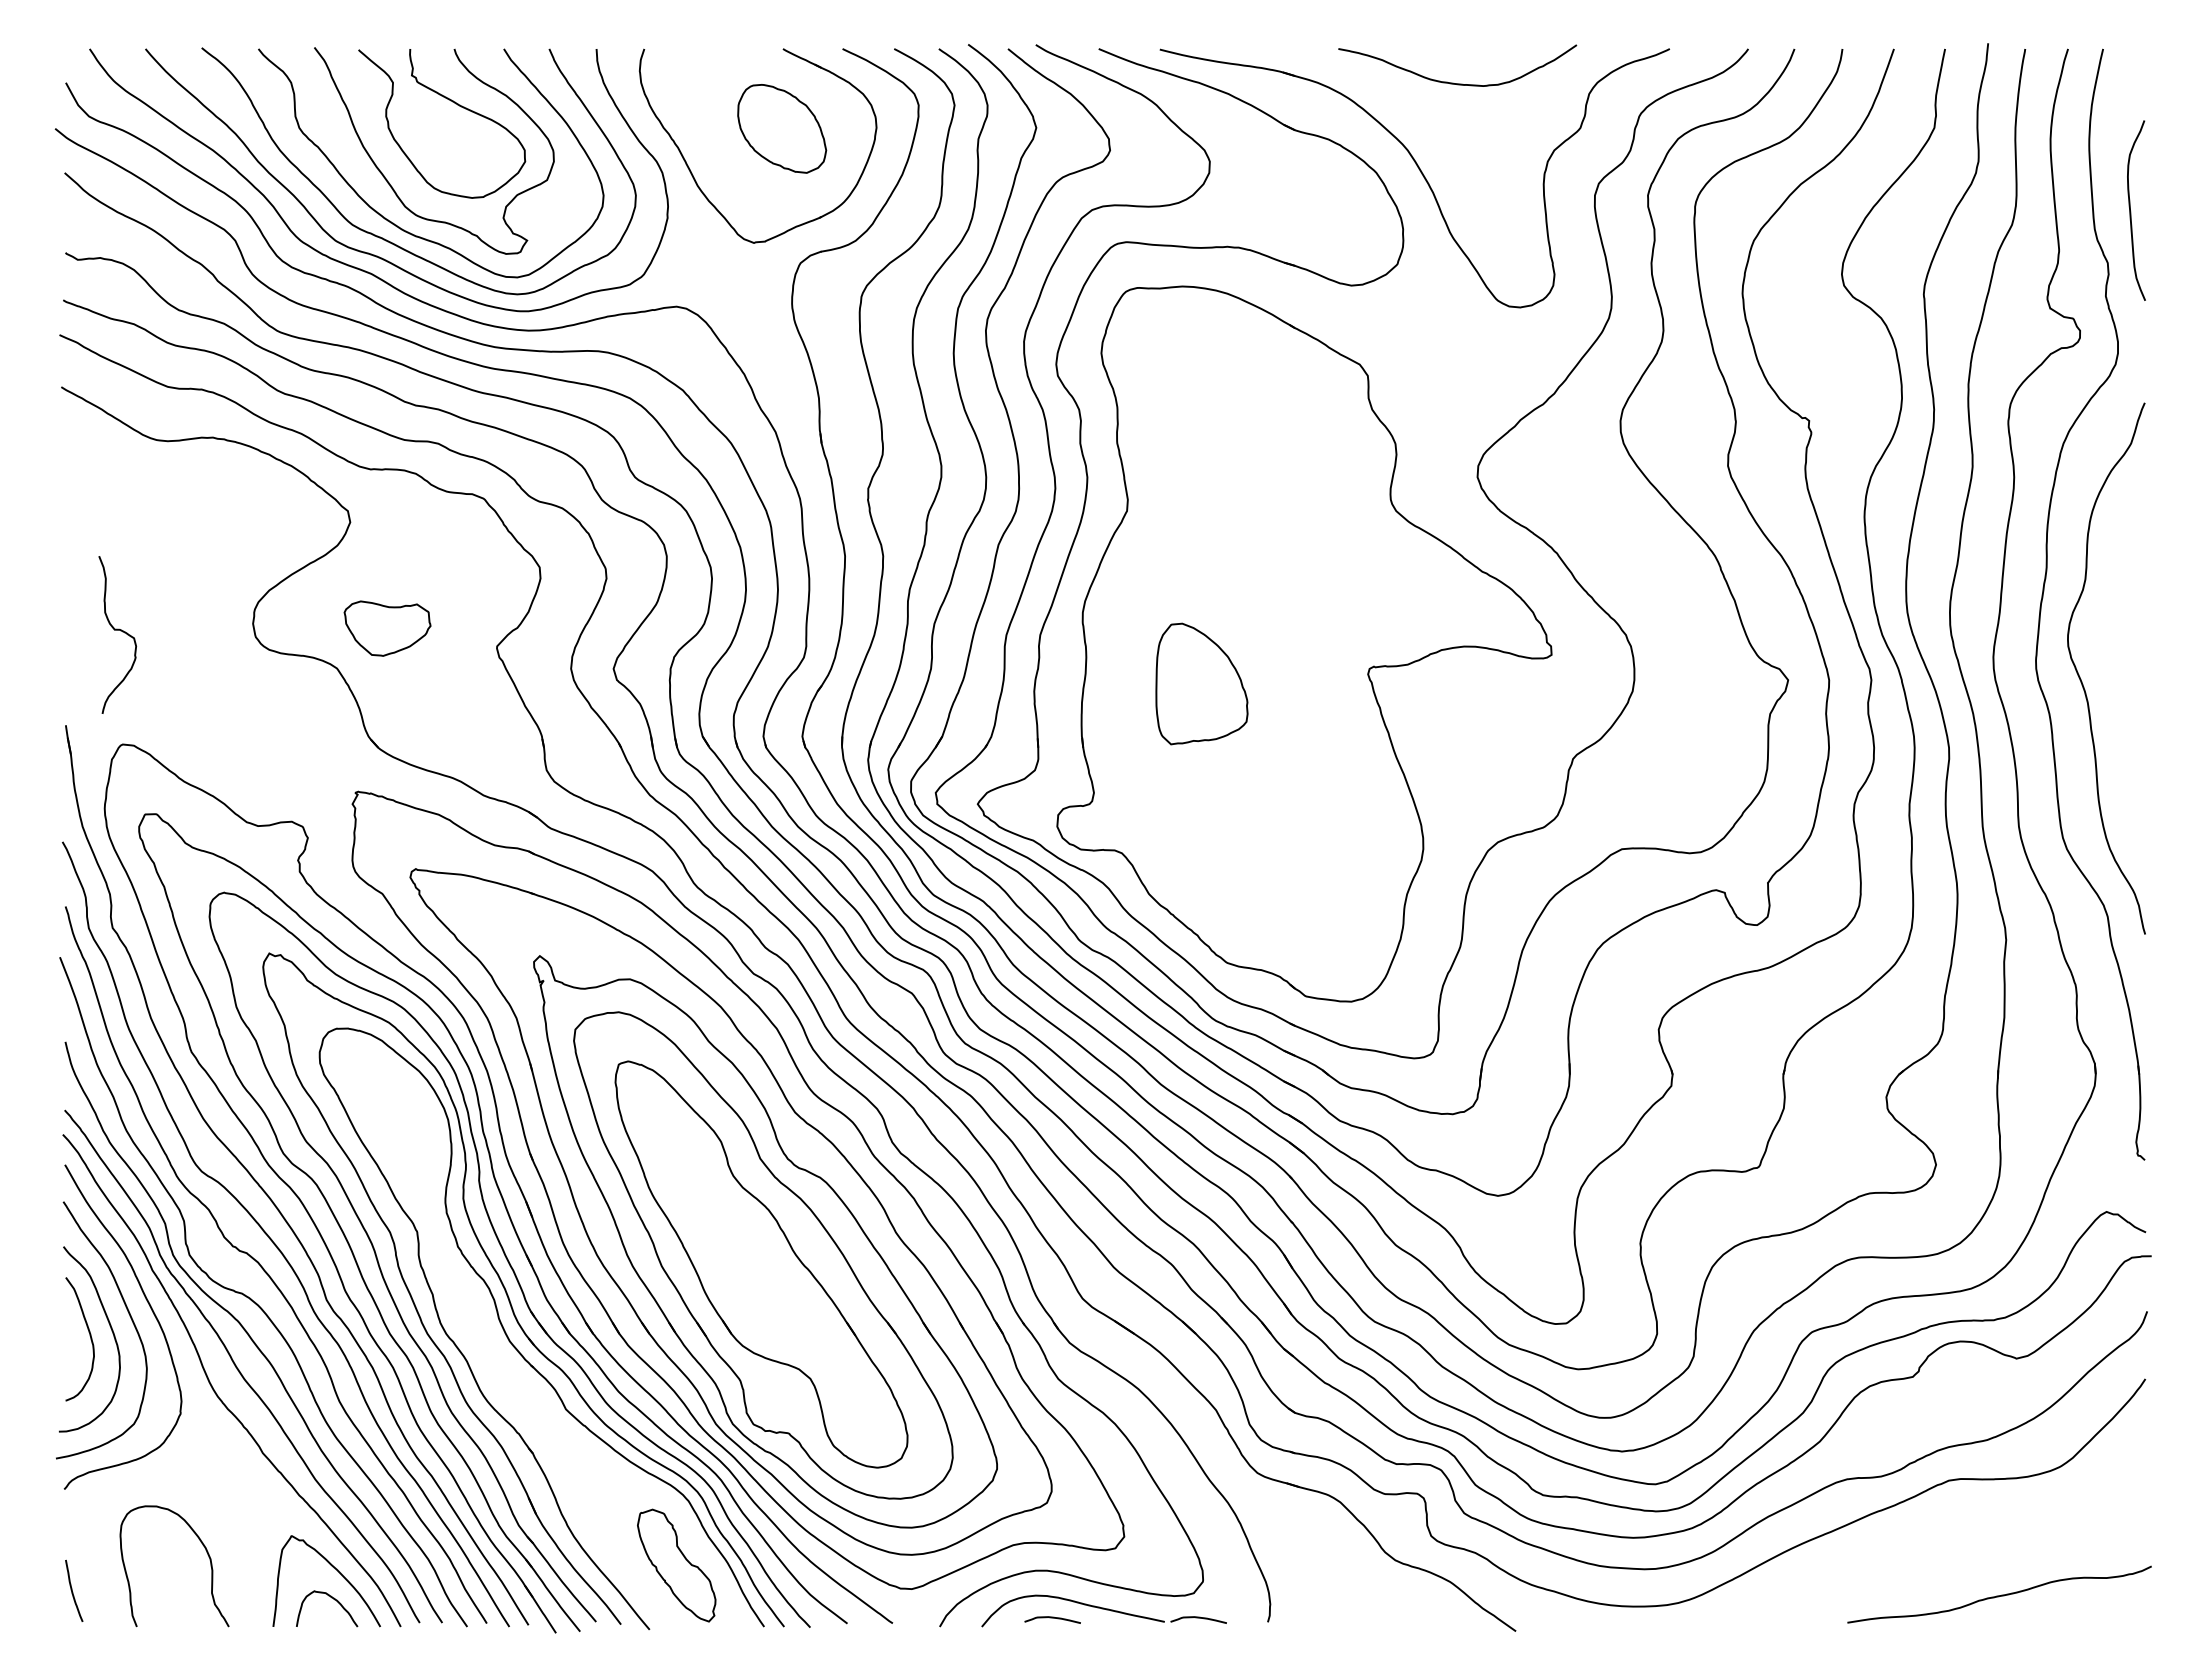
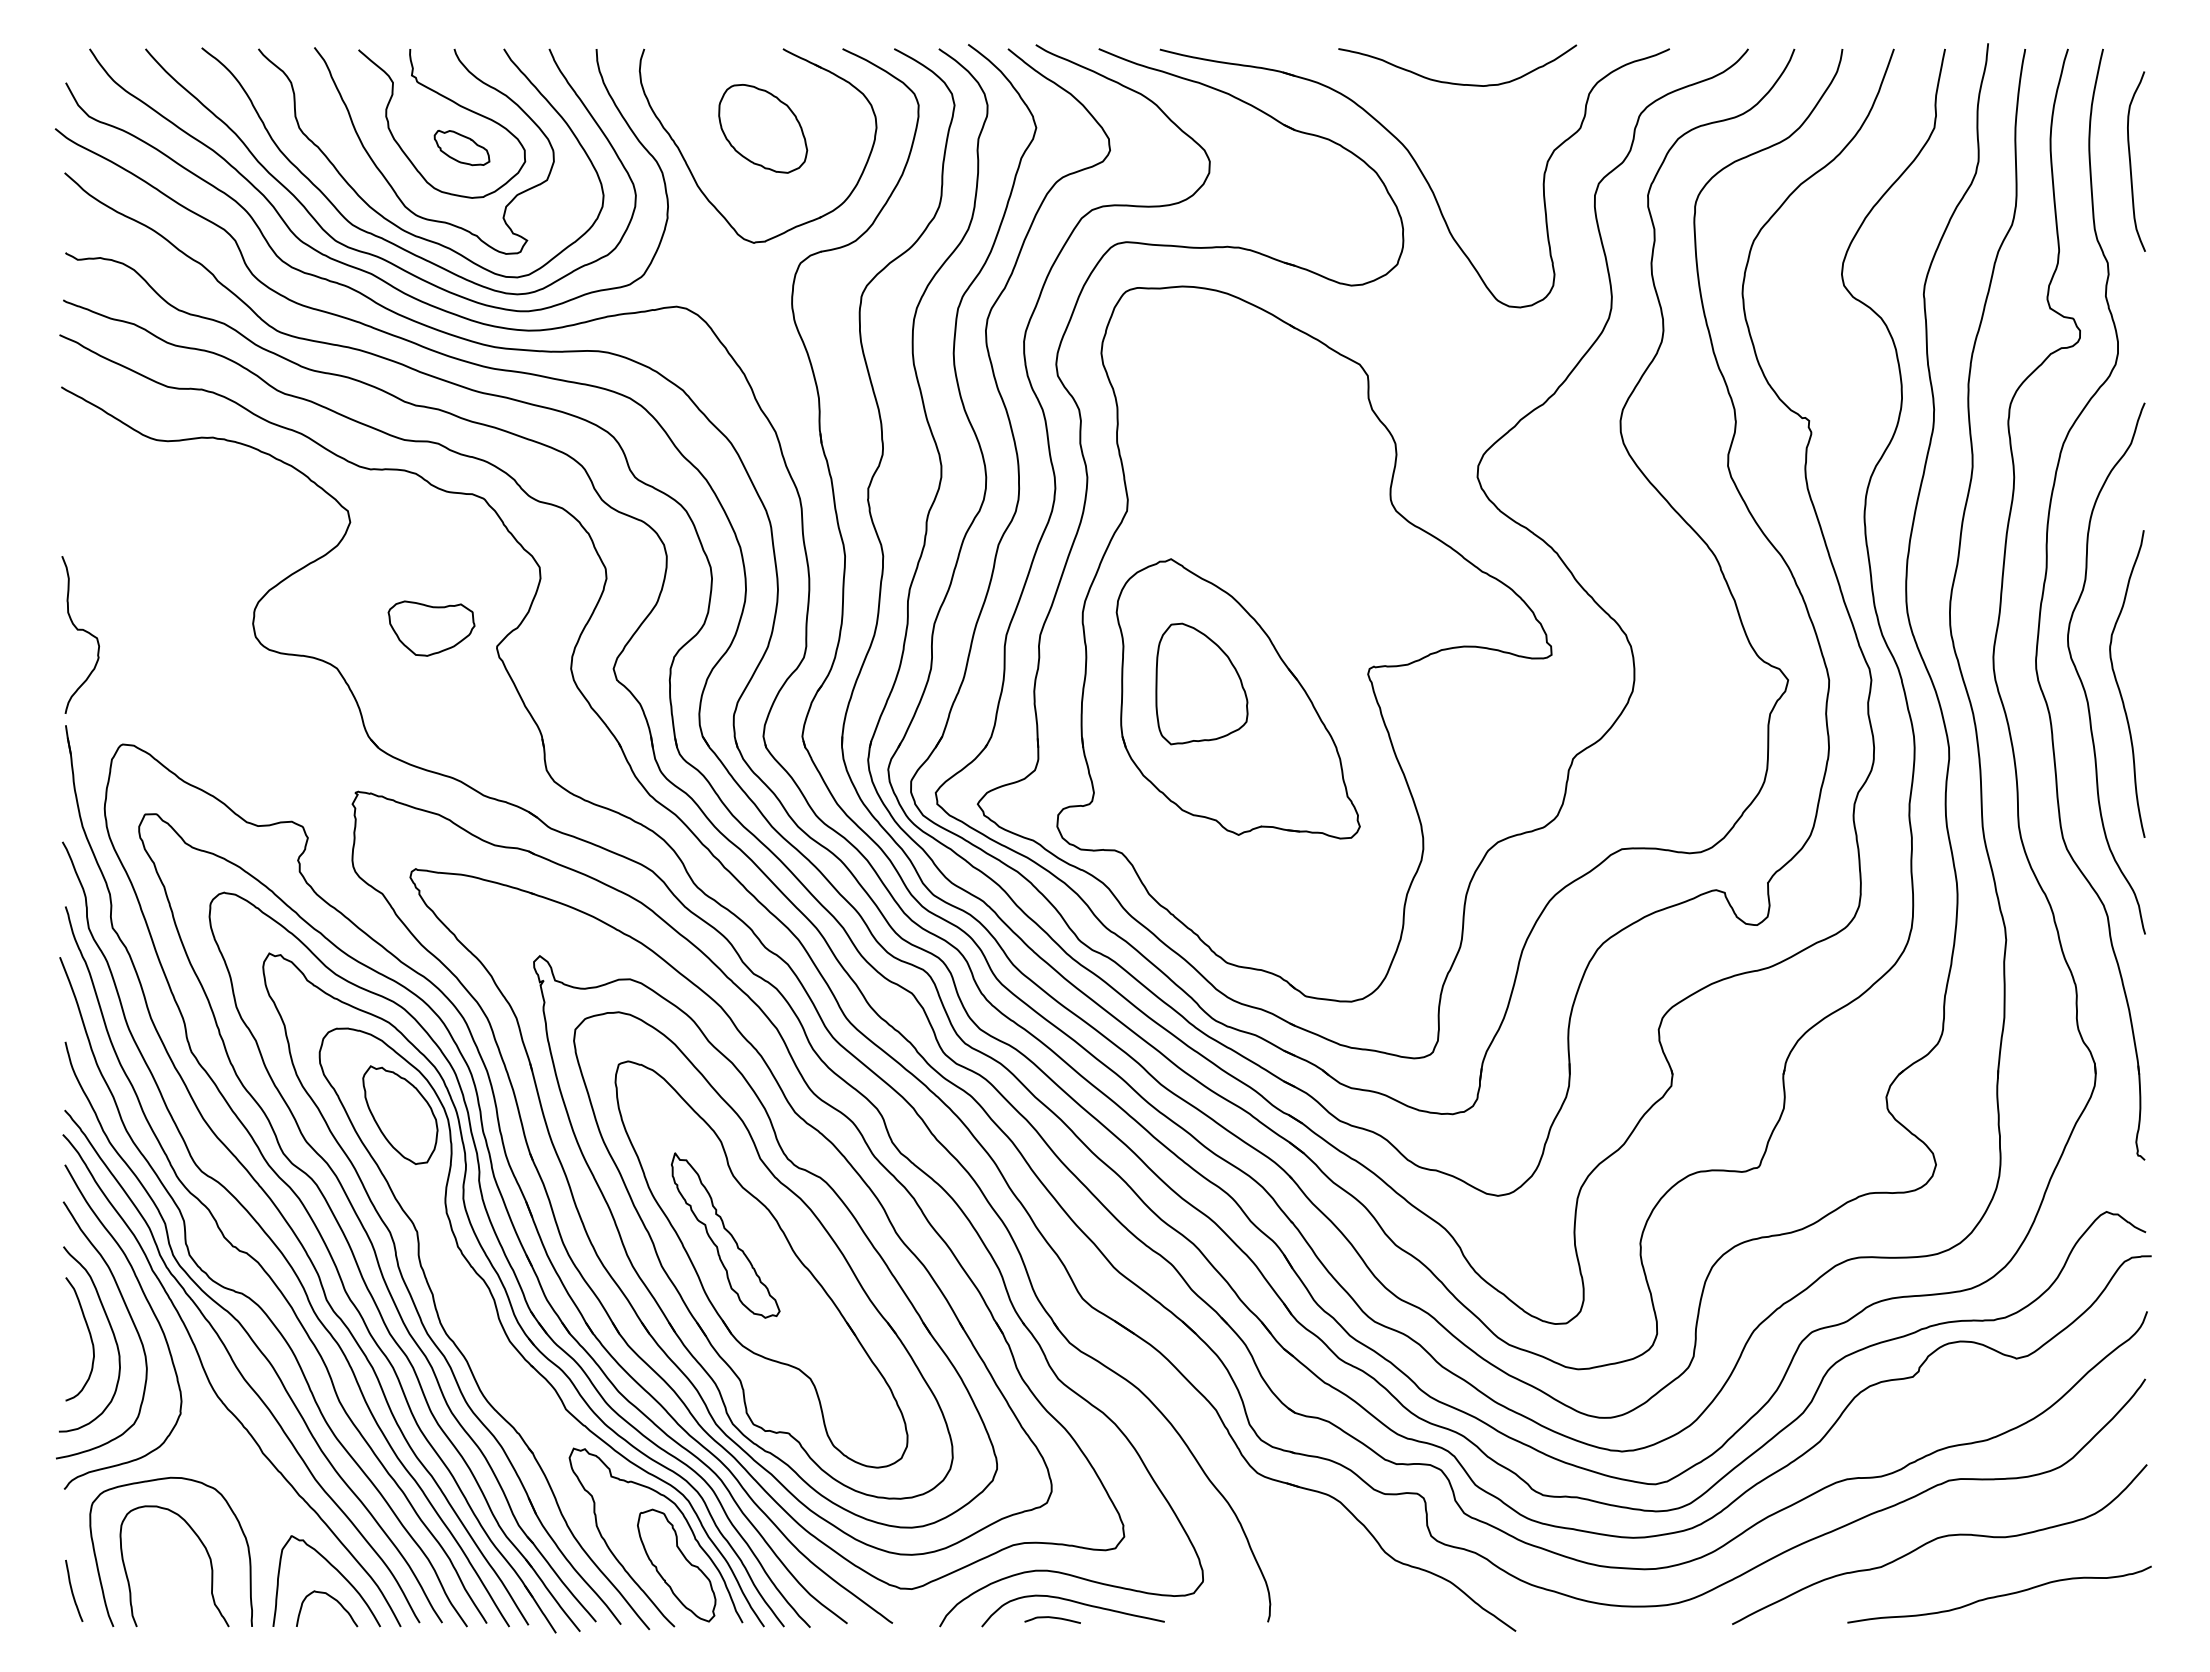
part at (782, 128) position: (782, 128) -> (763, 128)
part at (461, 147): none -> present
curve at (2131, 211) position: (2131, 211) -> (2131, 162)
part at (387, 628) position: (387, 628) -> (431, 628)
curve at (117, 630) position: (117, 630) -> (80, 630)
curve at (2119, 686): none -> present
part at (1237, 698): none -> present
part at (400, 1114): none -> present
part at (725, 1235): none -> present
curve at (159, 1480): none -> present
curve at (683, 1517): none -> present
curve at (1937, 1539): none -> present
curve at (1198, 1618): present -> none
